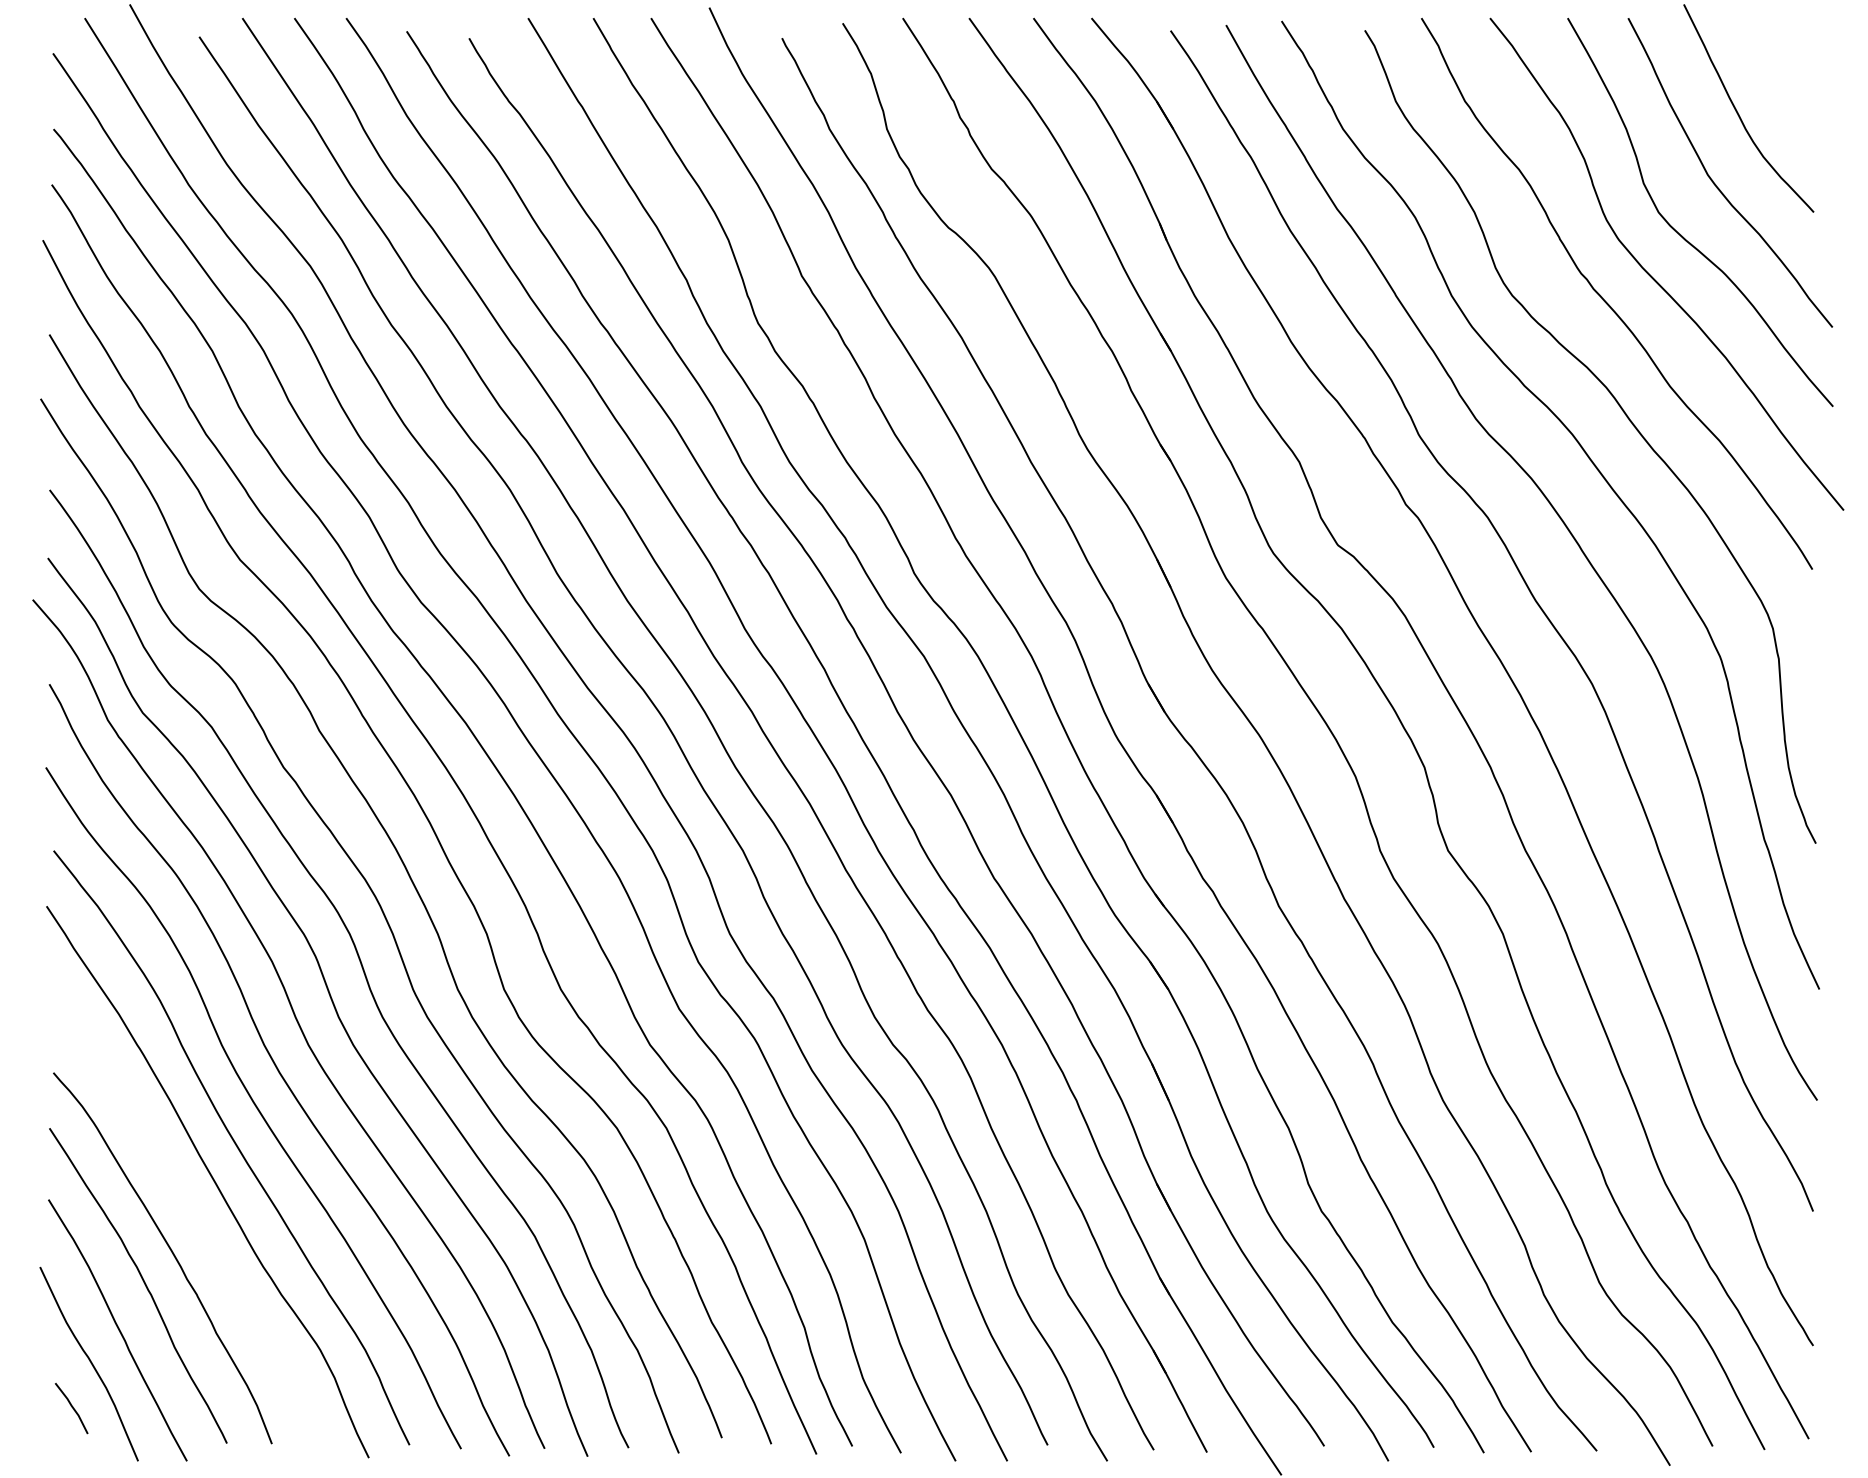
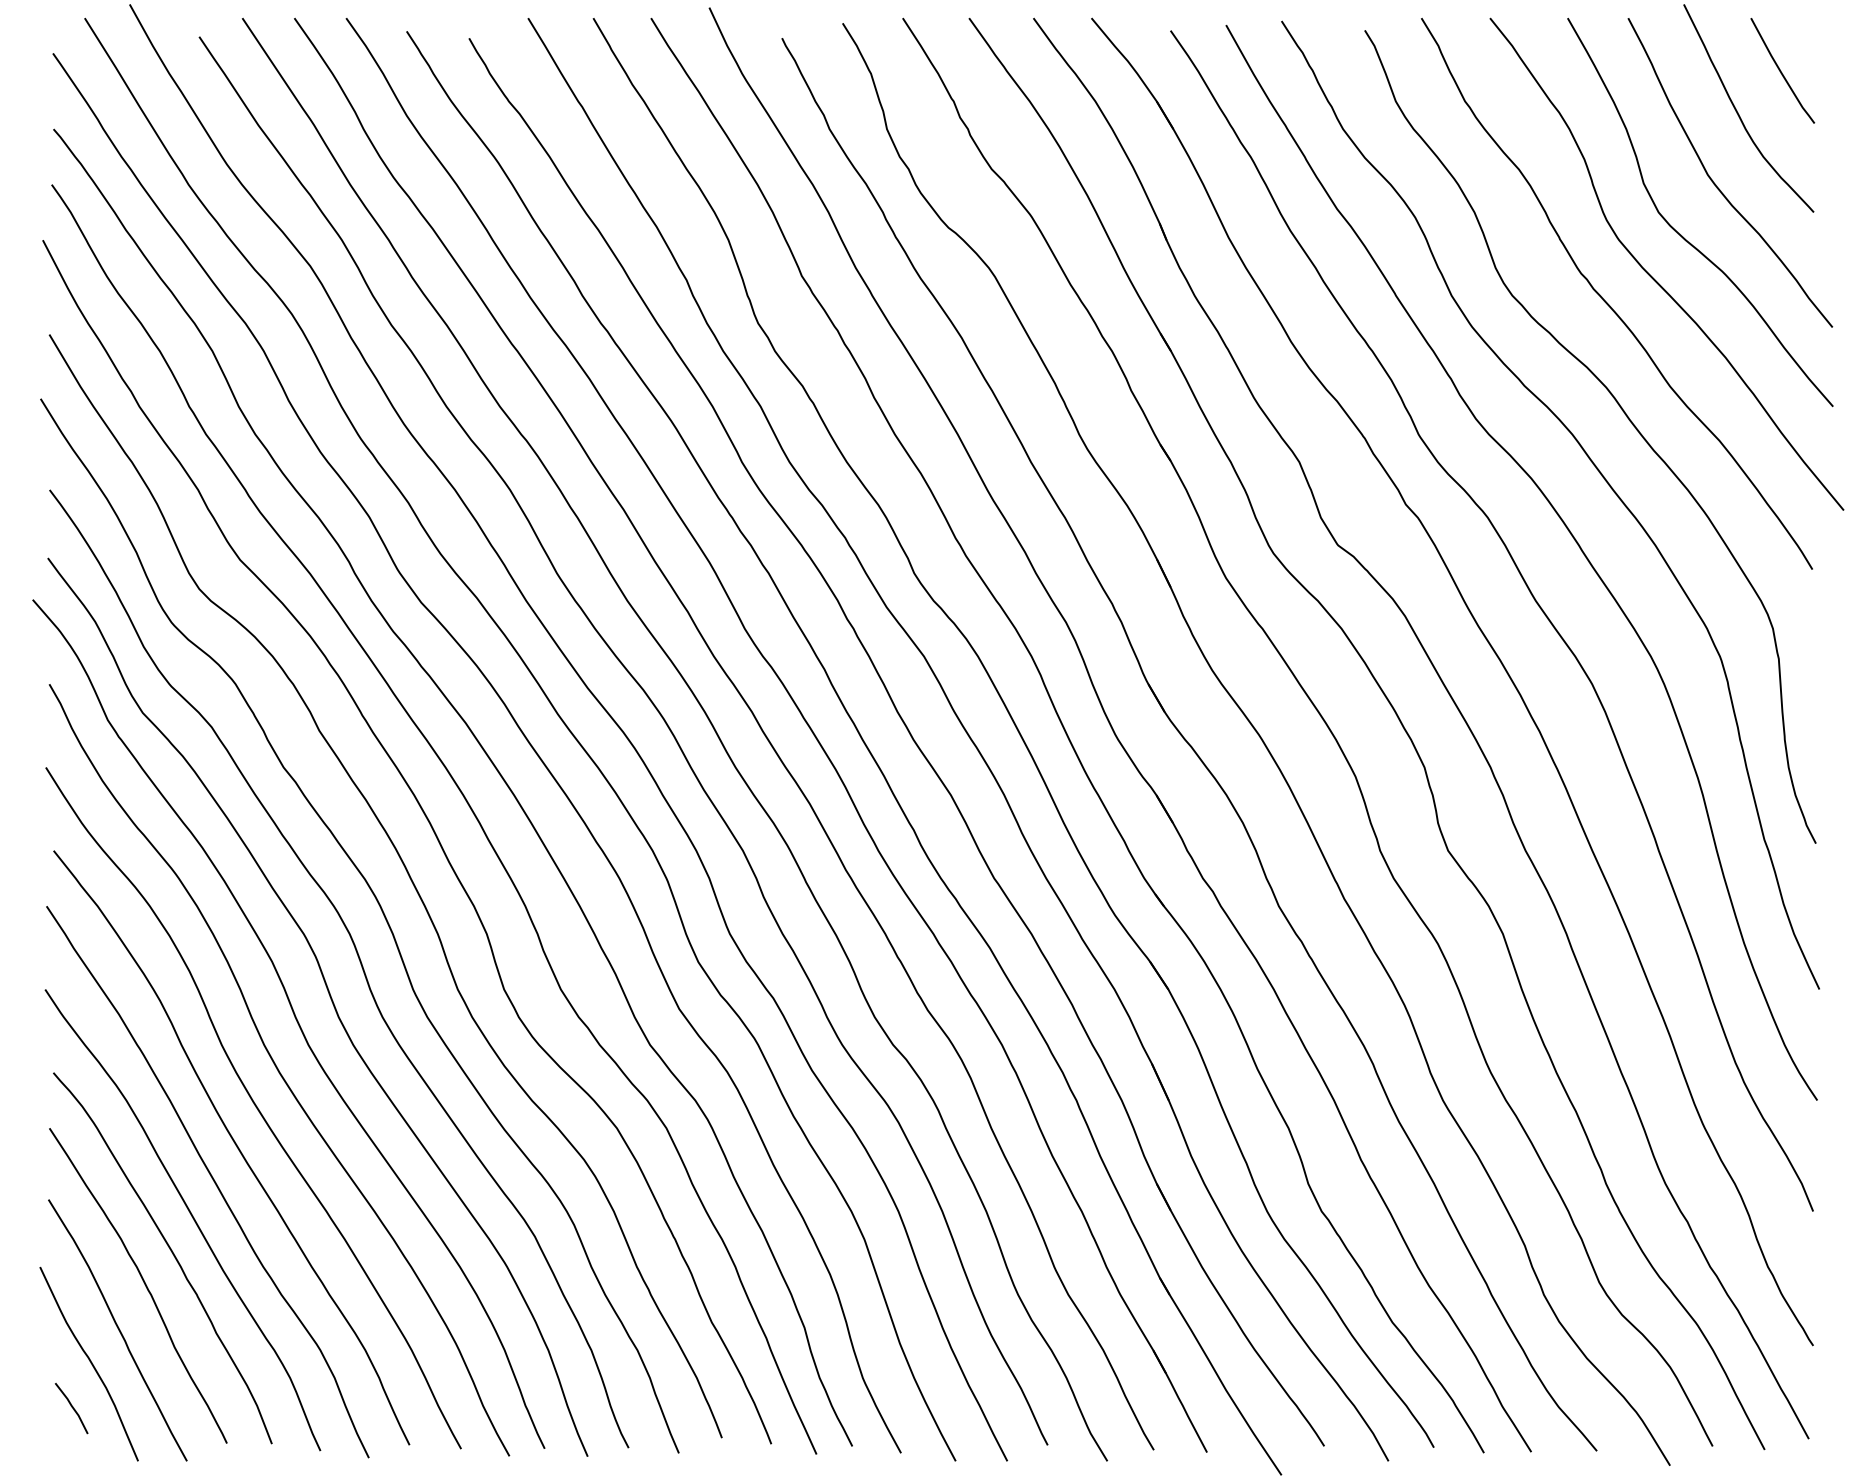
curve at (1781, 70): none -> present
curve at (190, 1215): none -> present
